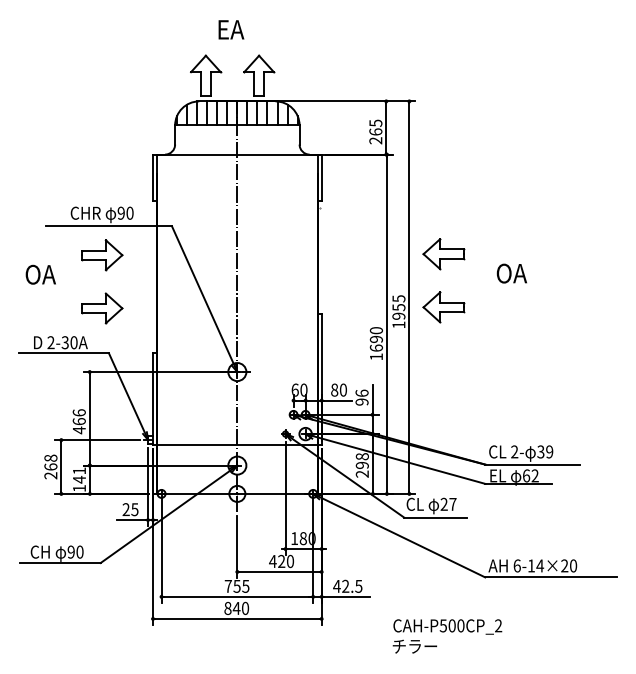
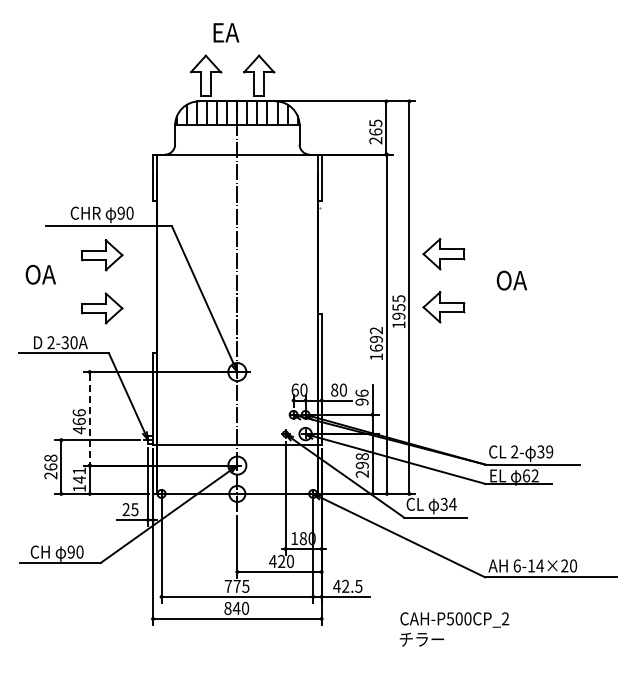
text at (231, 29) position: (231, 29) -> (226, 32)
text at (511, 273) position: (511, 273) -> (511, 280)
text at (376, 330): 1690 -> 1692
line at (89, 418): solid -> dashed
text at (448, 504): 27 -> 34
text at (236, 586): 755 -> 775
text at (447, 636) position: (447, 636) -> (454, 629)
